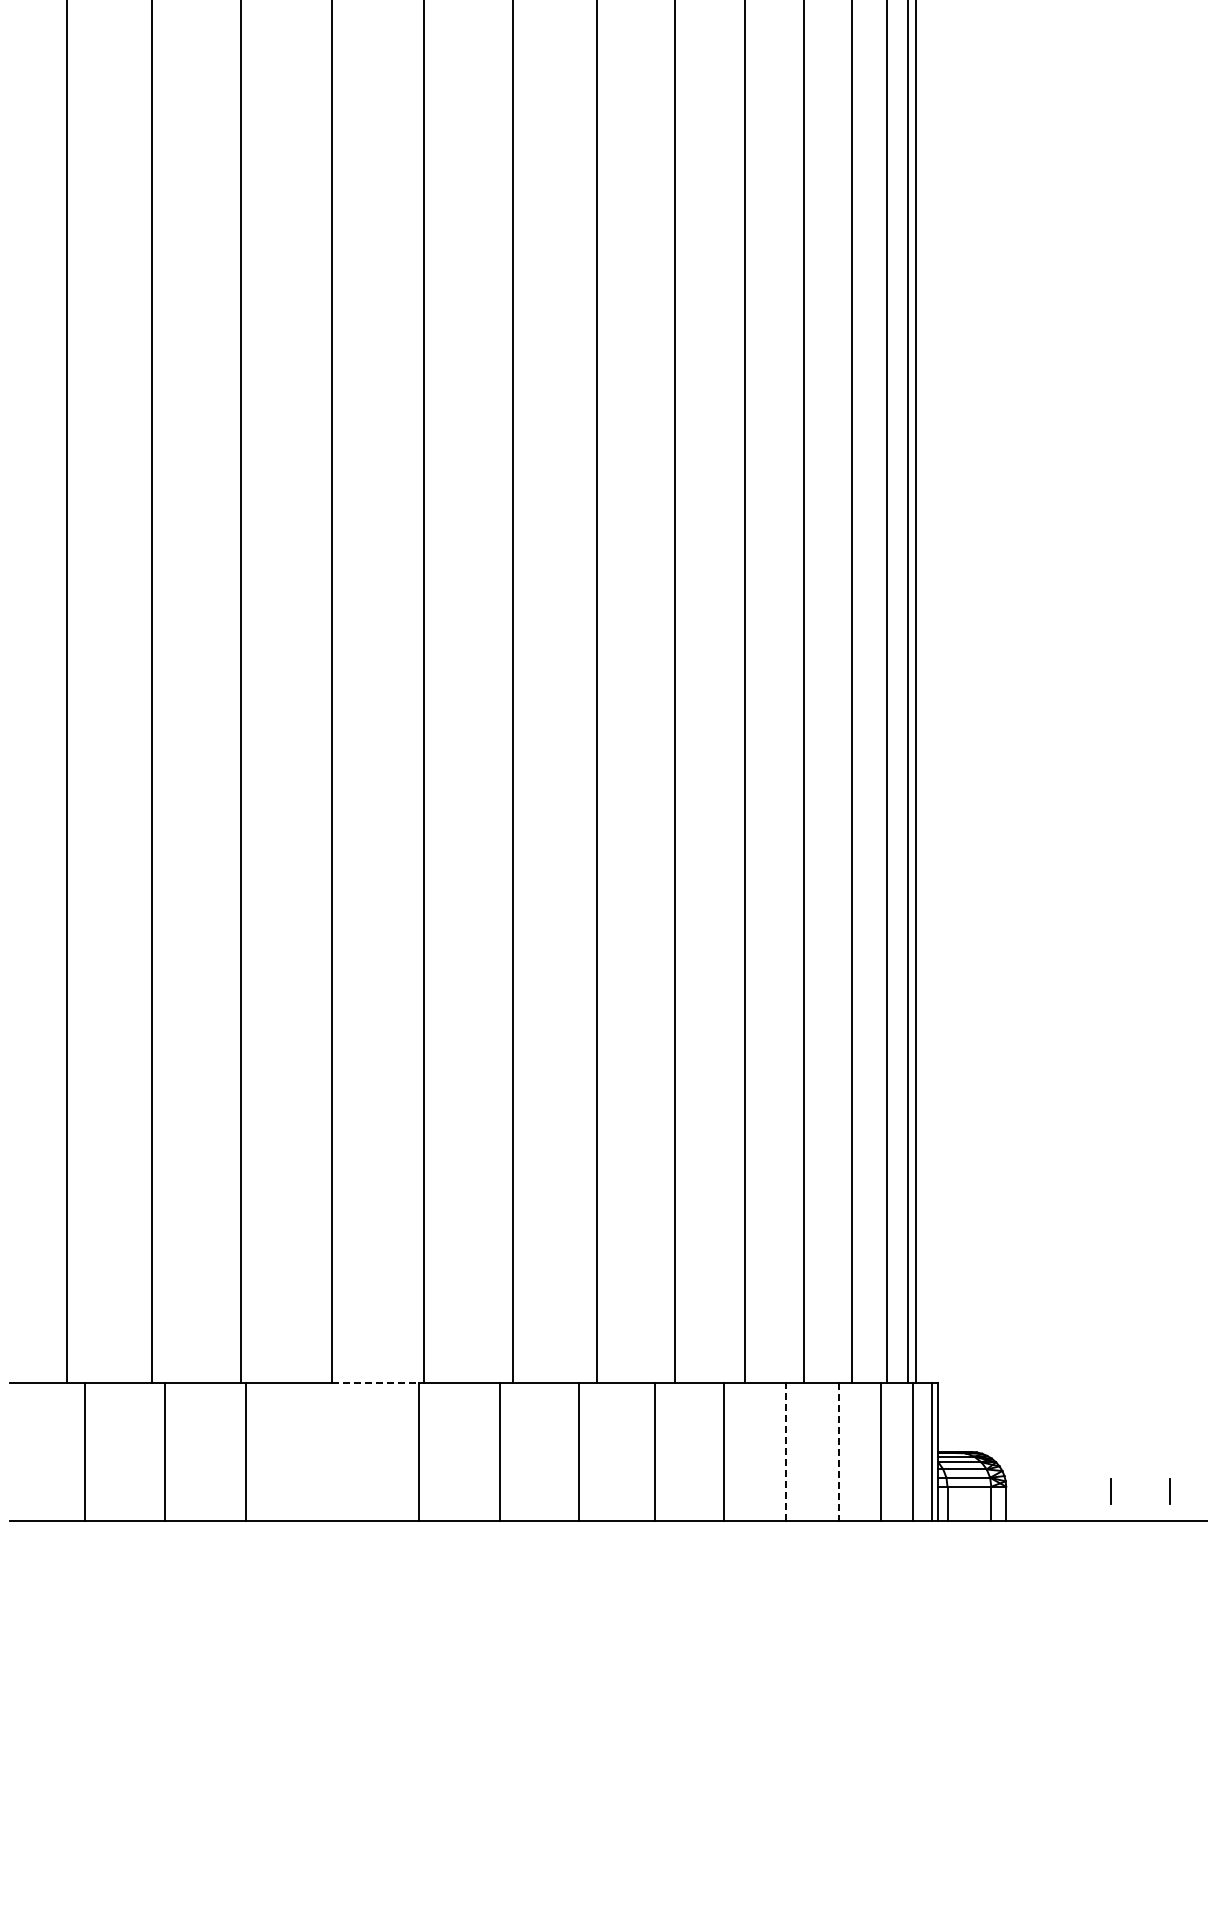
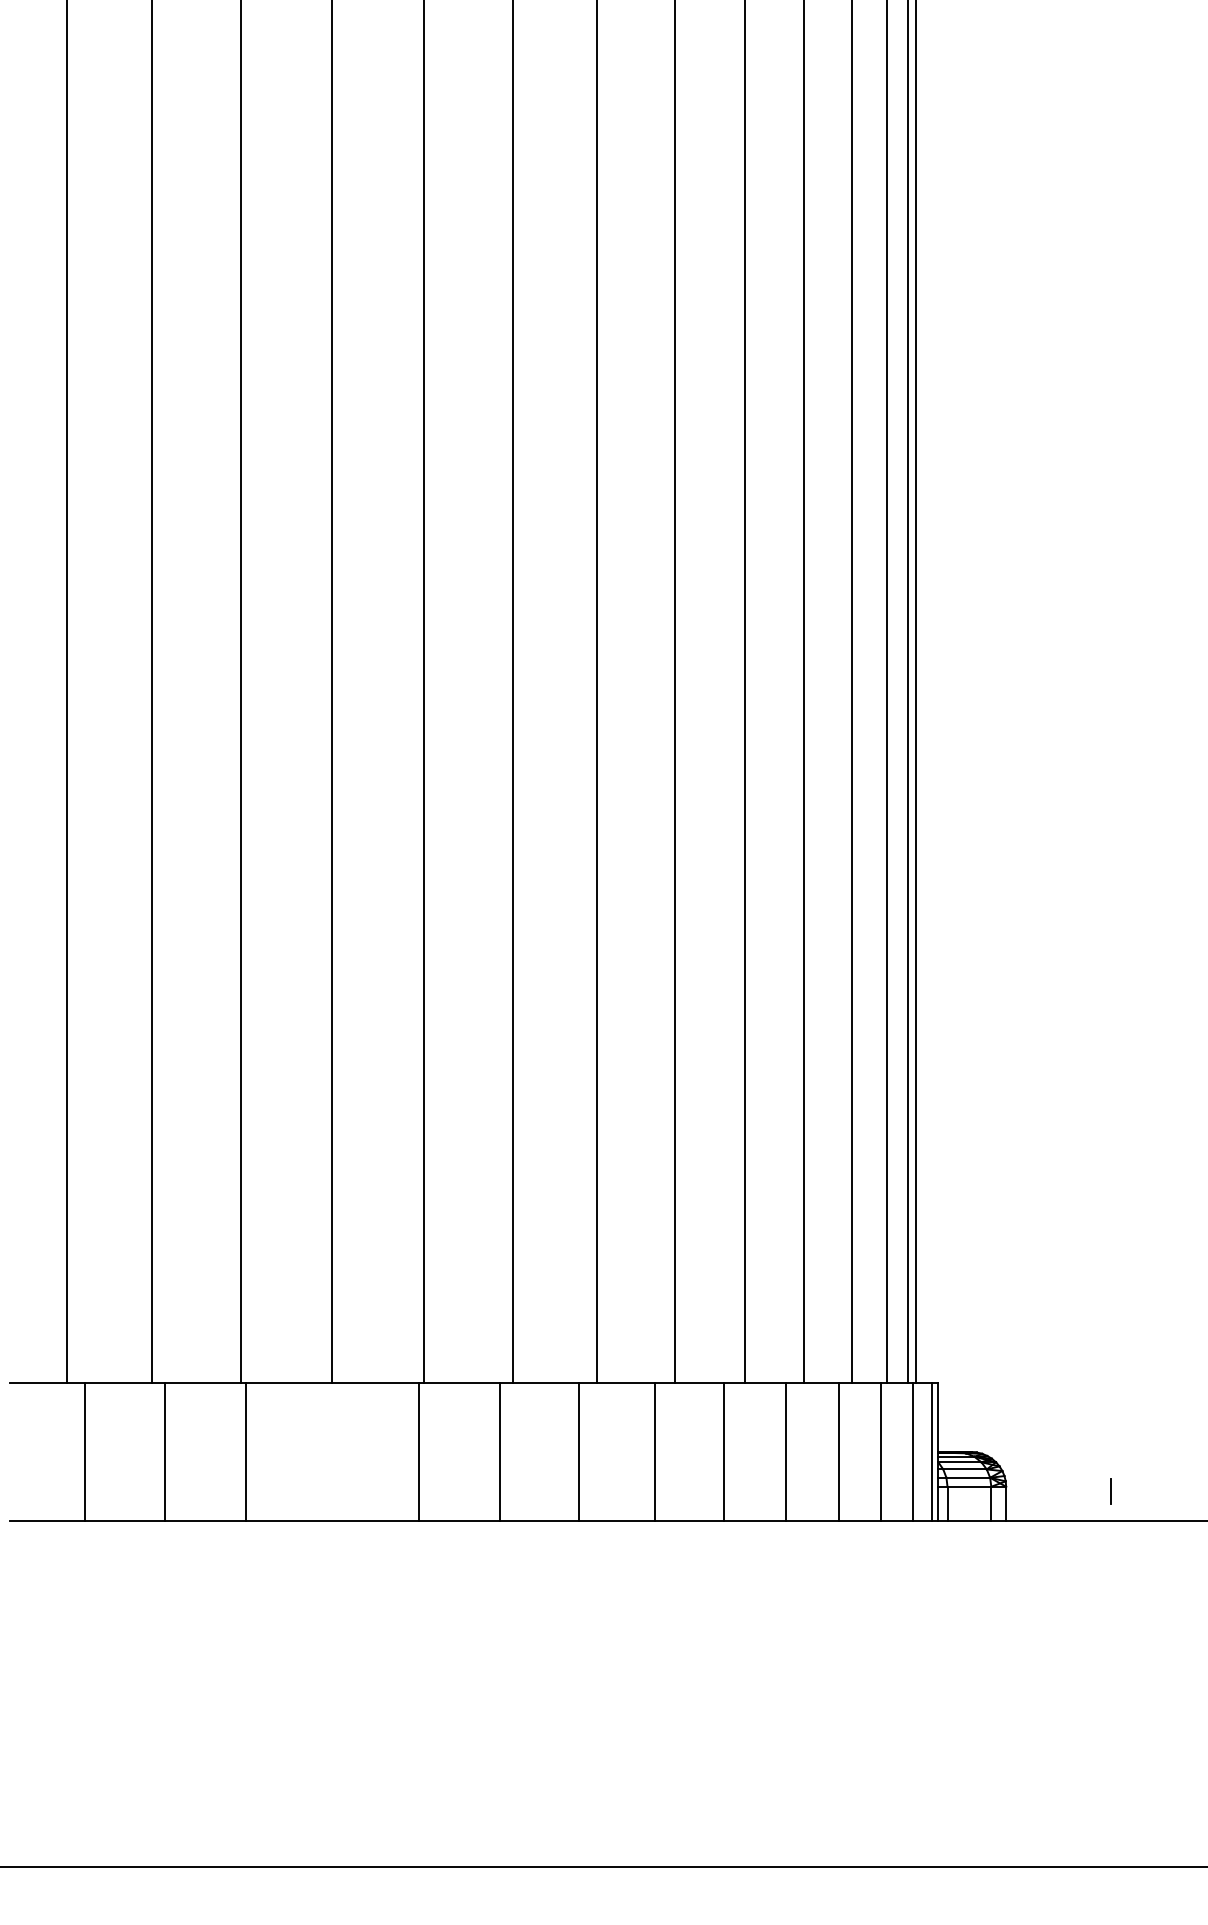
line at (376, 1382): dashed -> solid
line at (785, 1451): dashed -> solid
line at (838, 1452): dashed -> solid
line at (1169, 1491): present -> none
line at (603, 1867): none -> present
